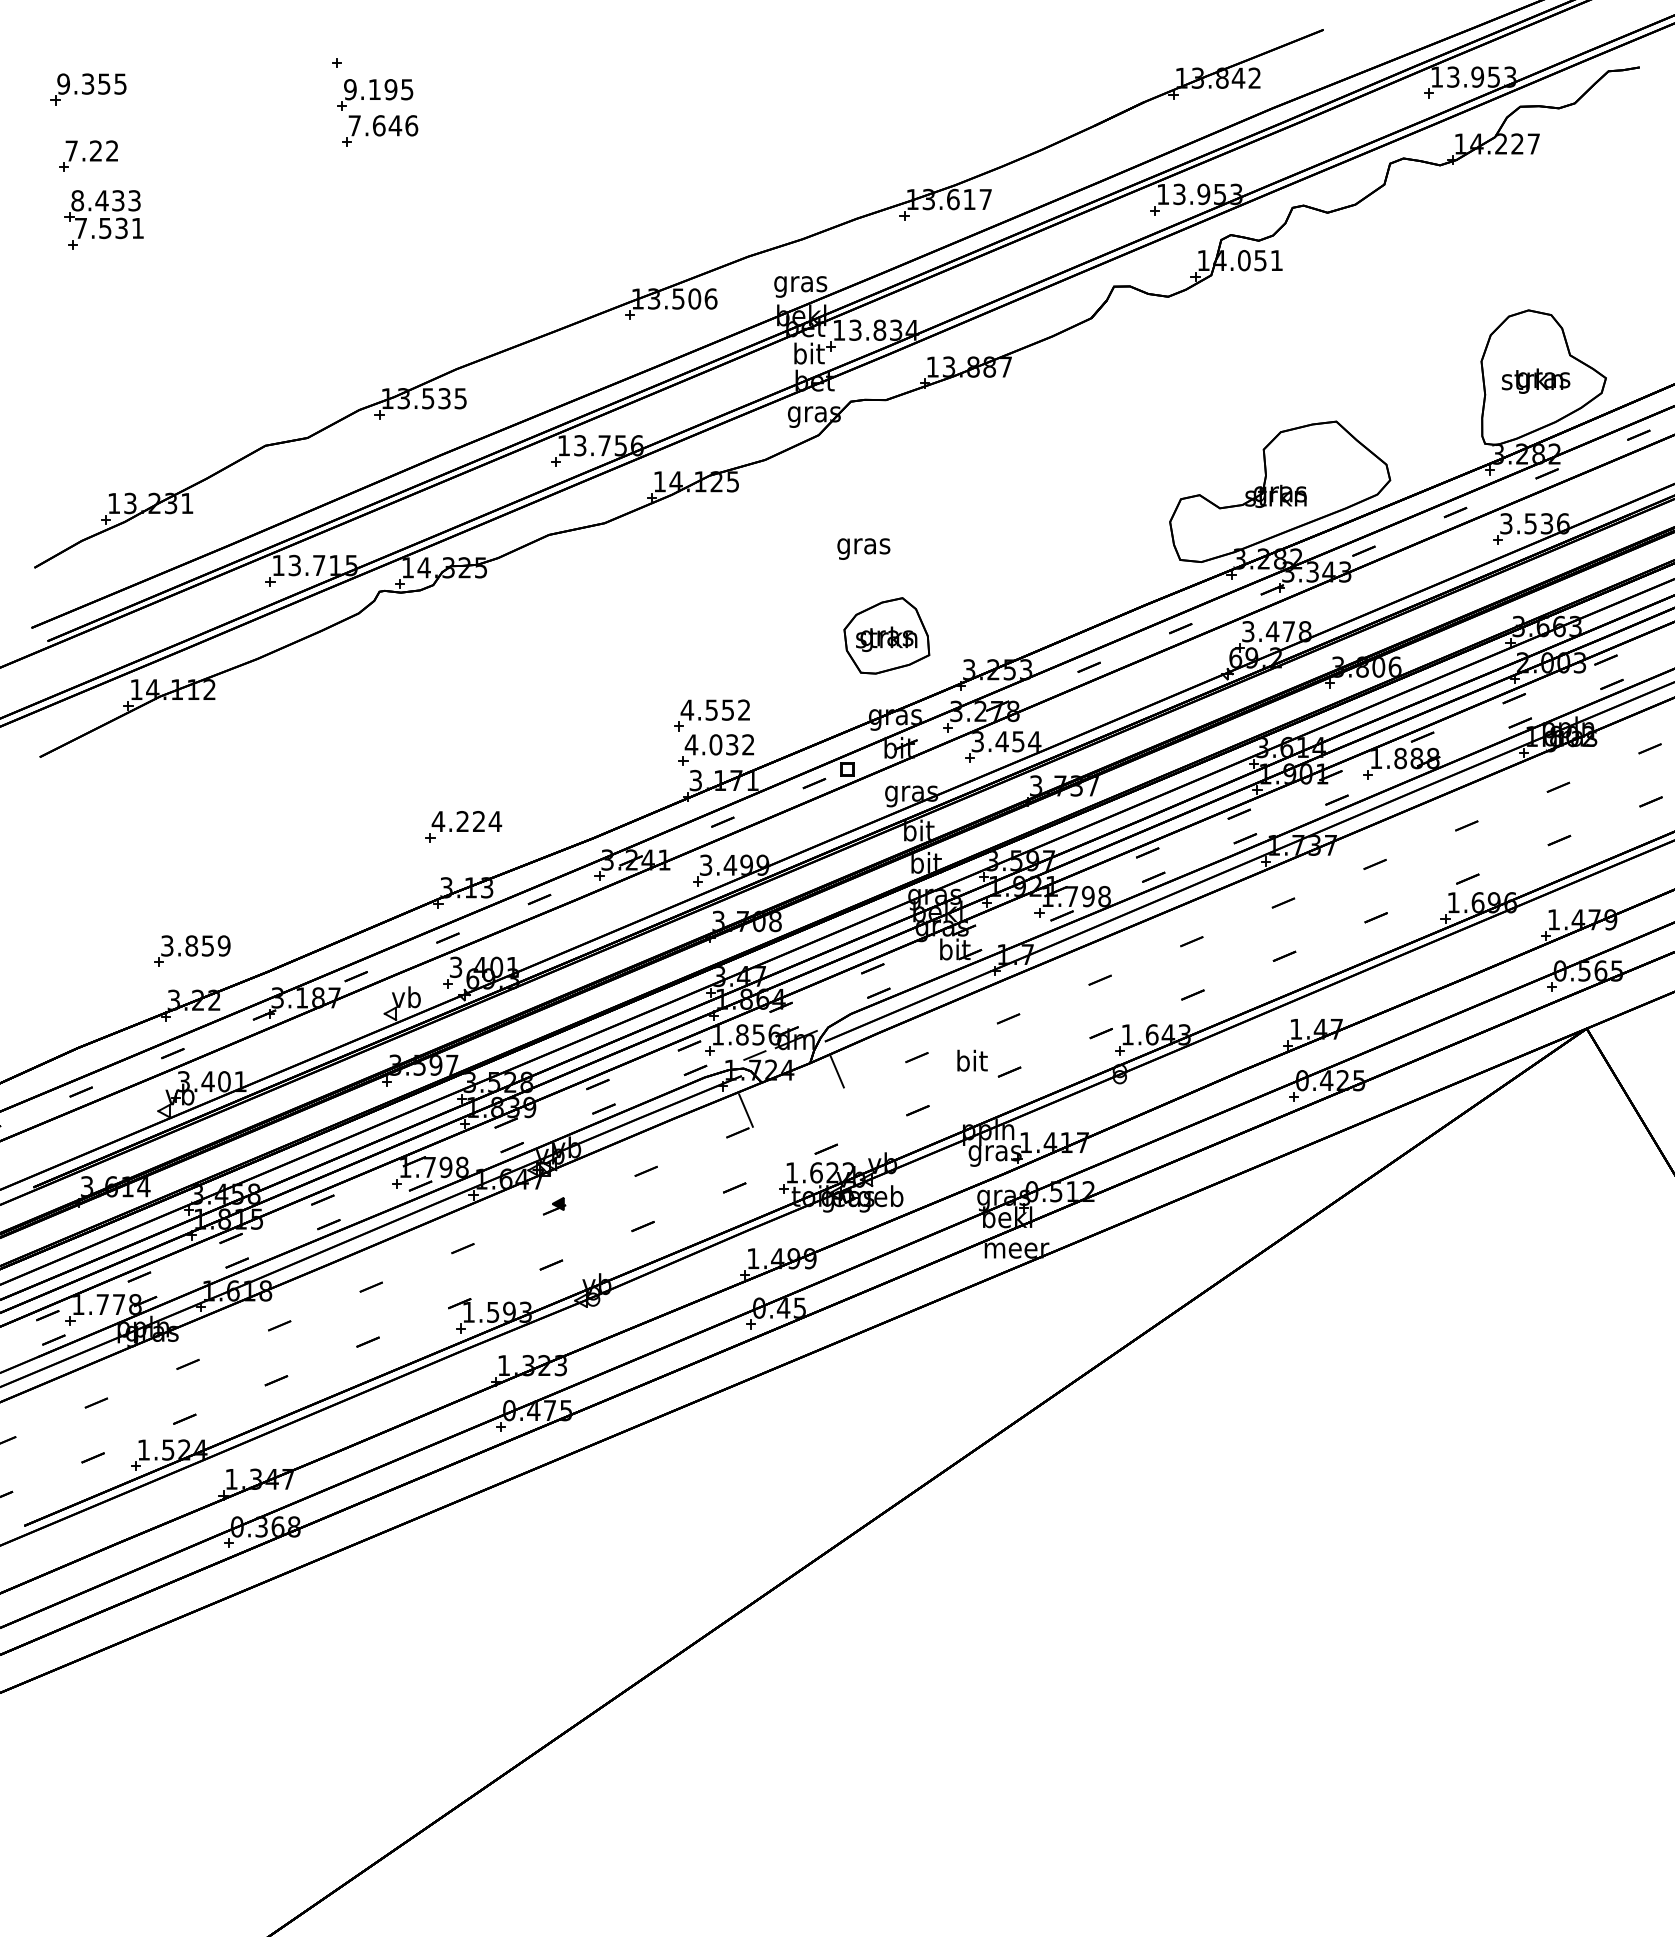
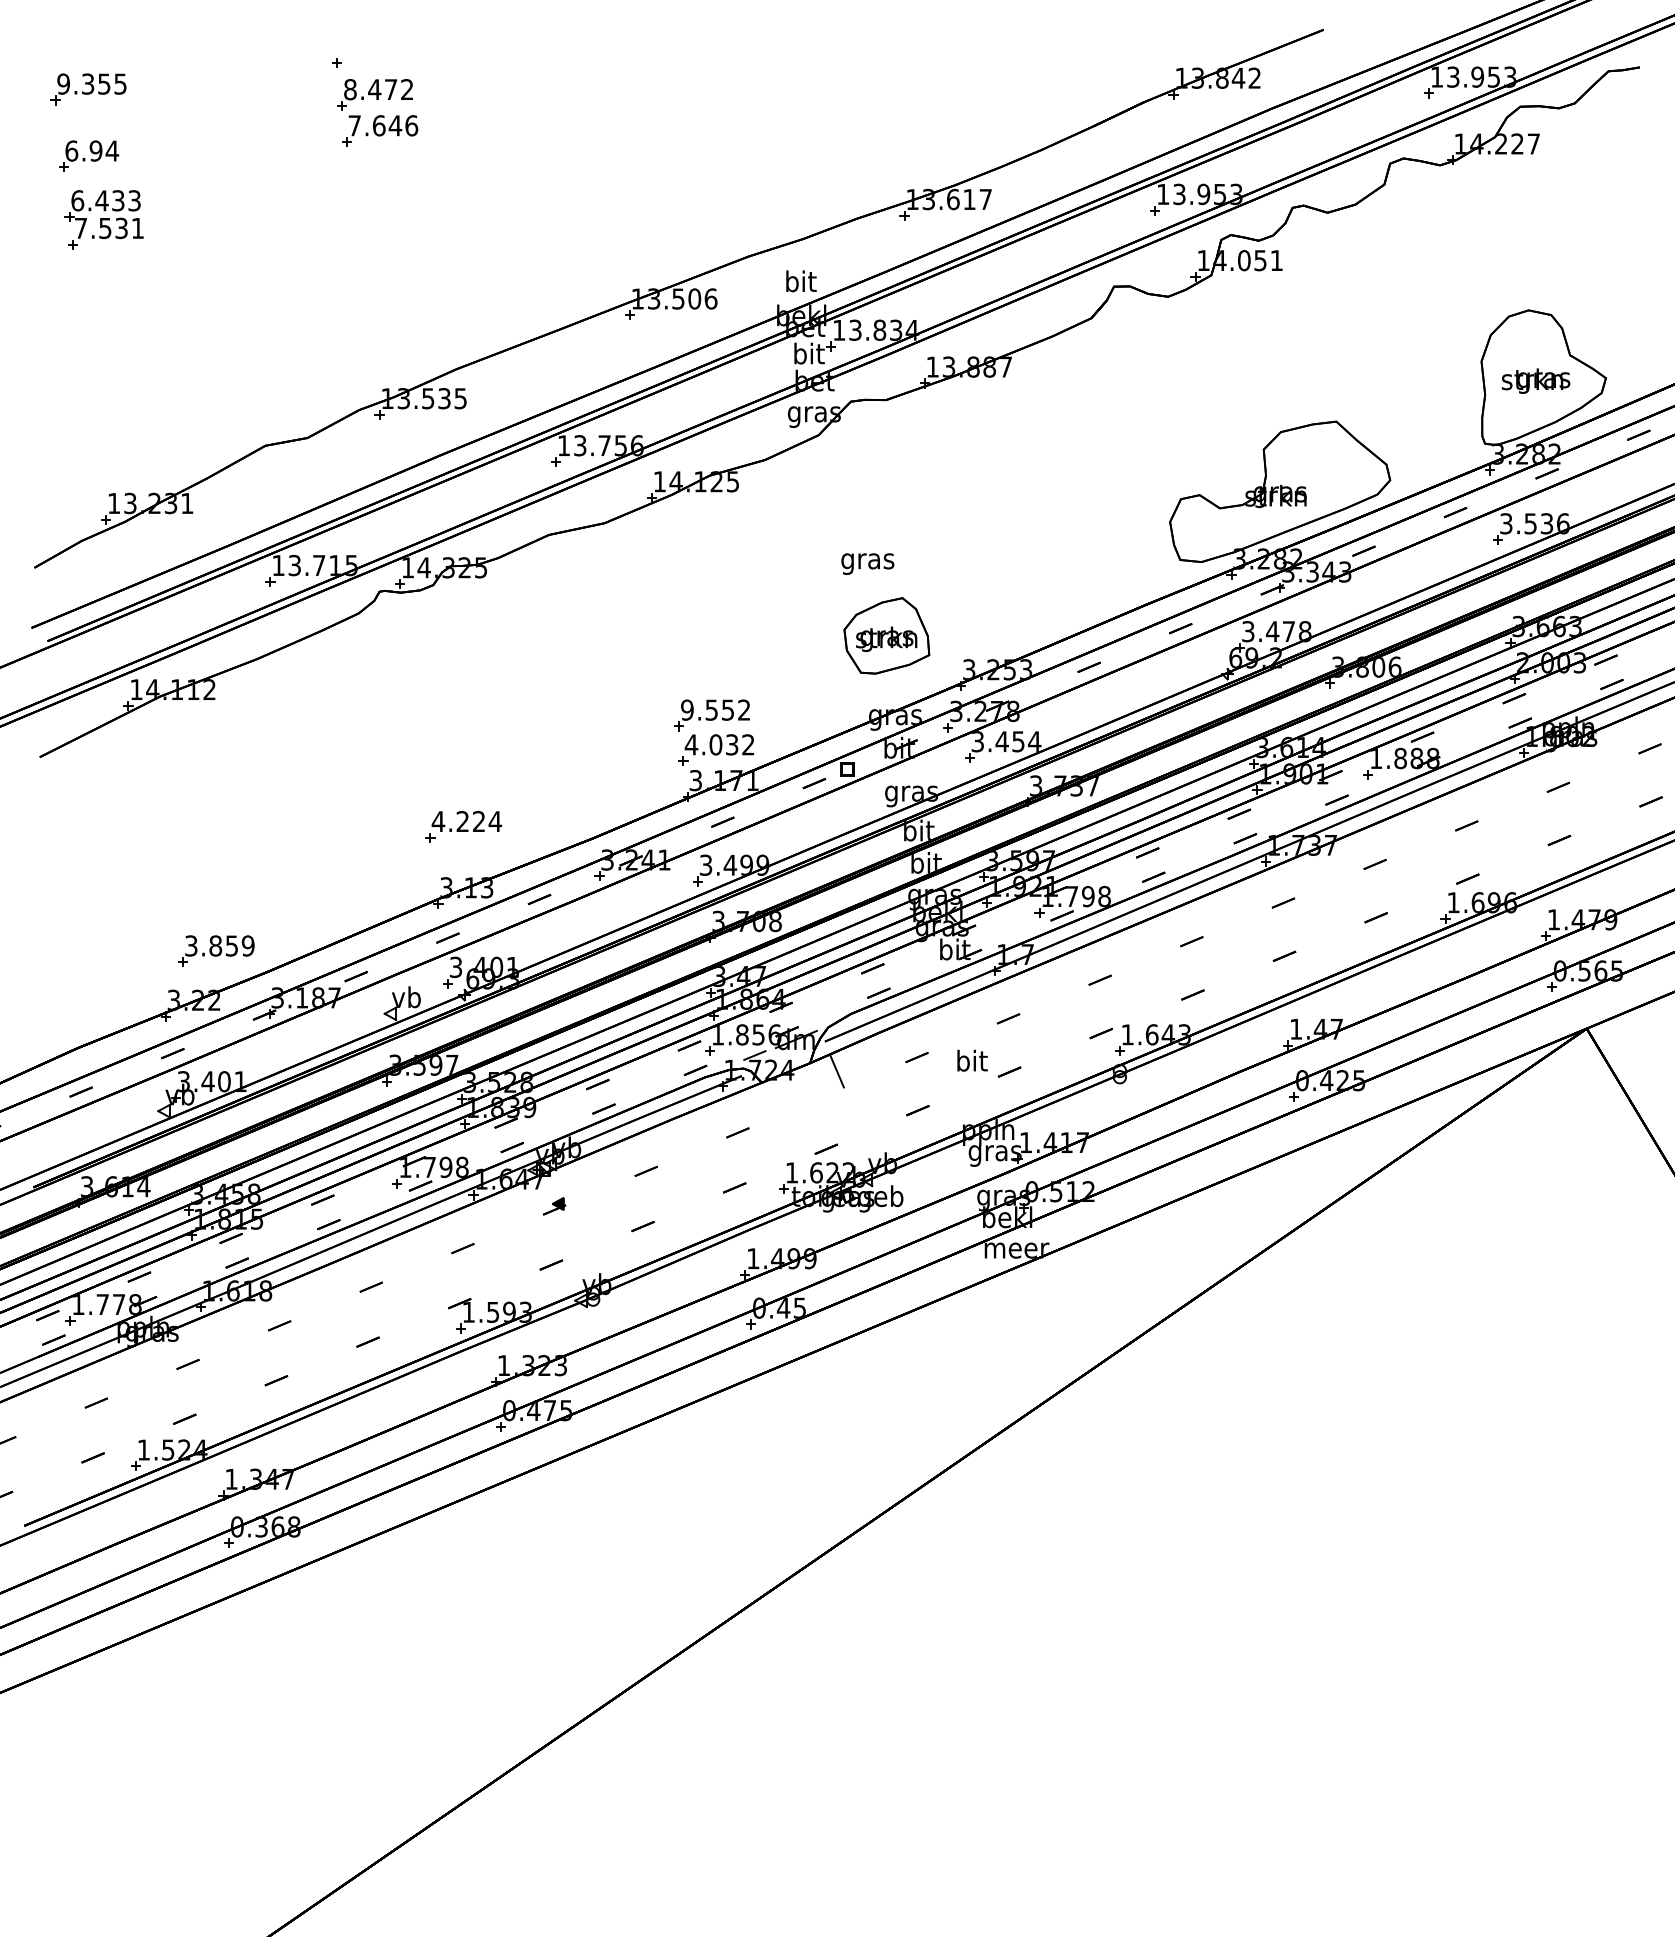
text at (378, 89): 9.195 -> 8.472
text at (92, 150): 7.22 -> 6.94
text at (77, 200): 8.433 -> 6.433
text at (800, 283): gras -> bit
text at (863, 548) position: (863, 548) -> (867, 563)
text at (687, 709): 4.552 -> 9.552
part at (192, 950) position: (192, 950) -> (216, 950)
line at (745, 1110): present -> none
